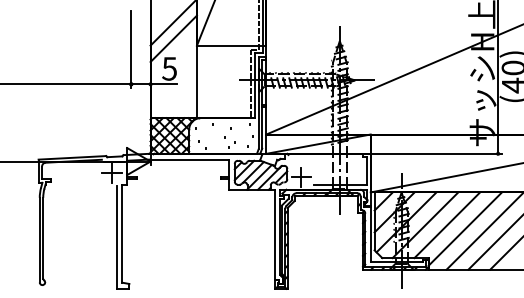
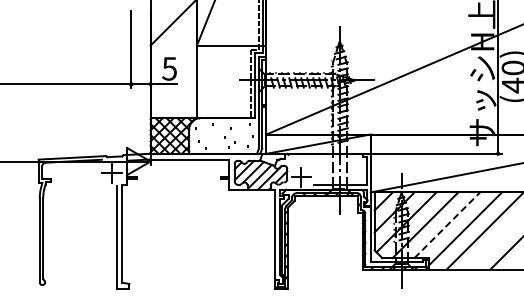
line at (173, 38): present -> none
line at (447, 224): solid -> dashed
line at (494, 243): present -> none
